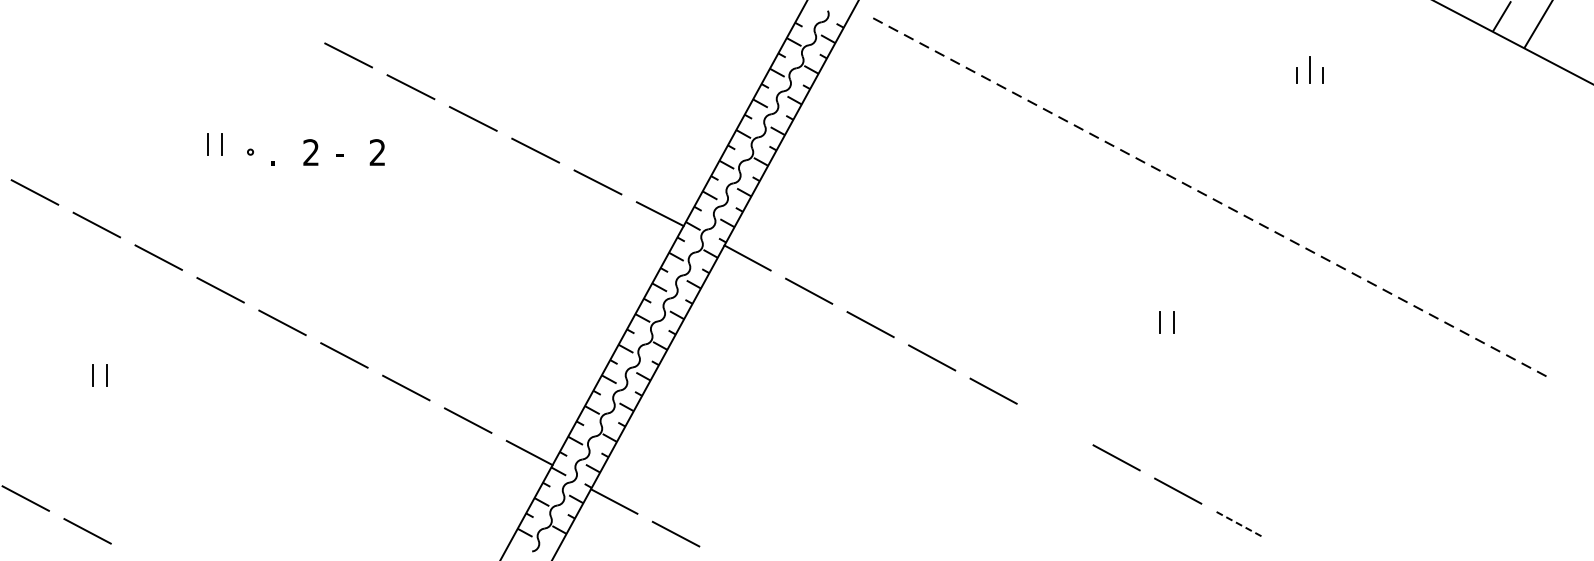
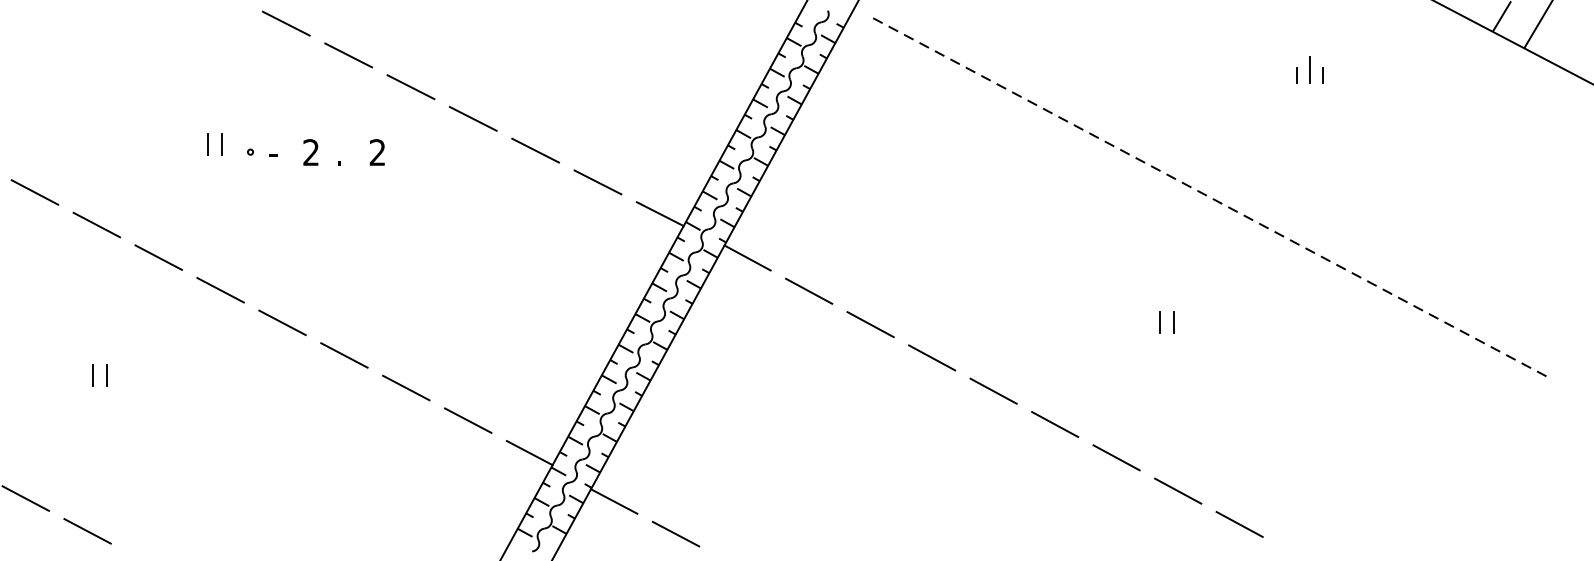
line at (285, 23): none -> present
text at (273, 159): . -> -
text at (339, 159): - -> .
line at (1055, 424): none -> present
line at (1240, 524): dashed -> solid
